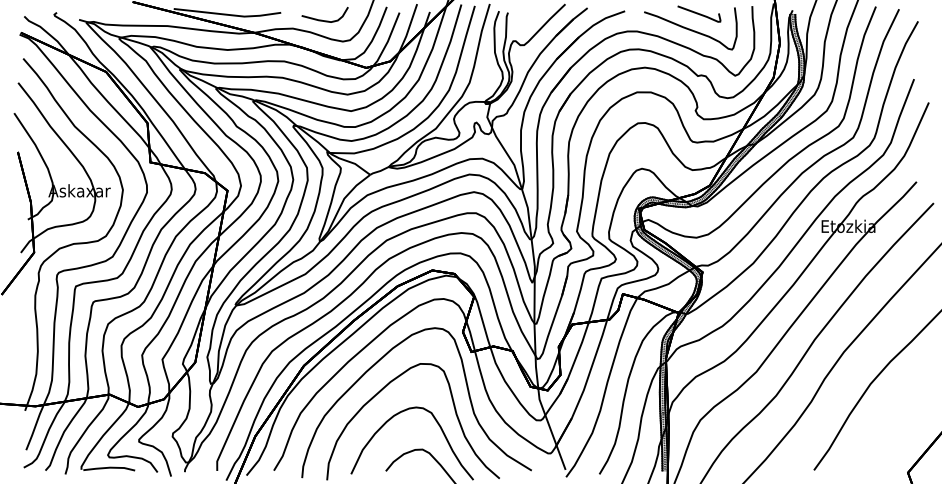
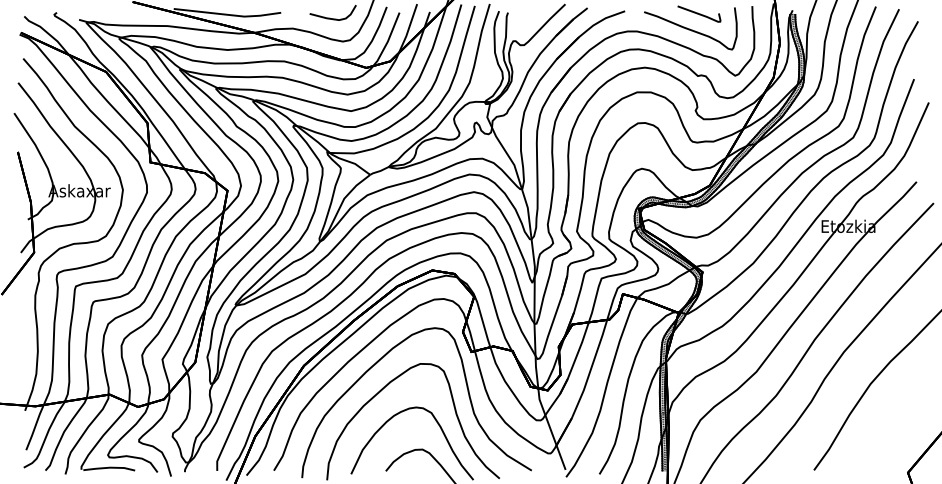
curve at (322, 19) position: (322, 19) -> (330, 17)
